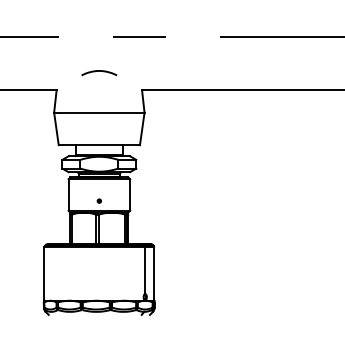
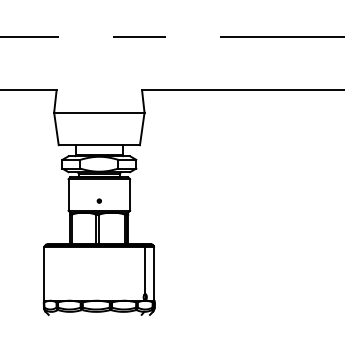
curve at (99, 71): present -> none
